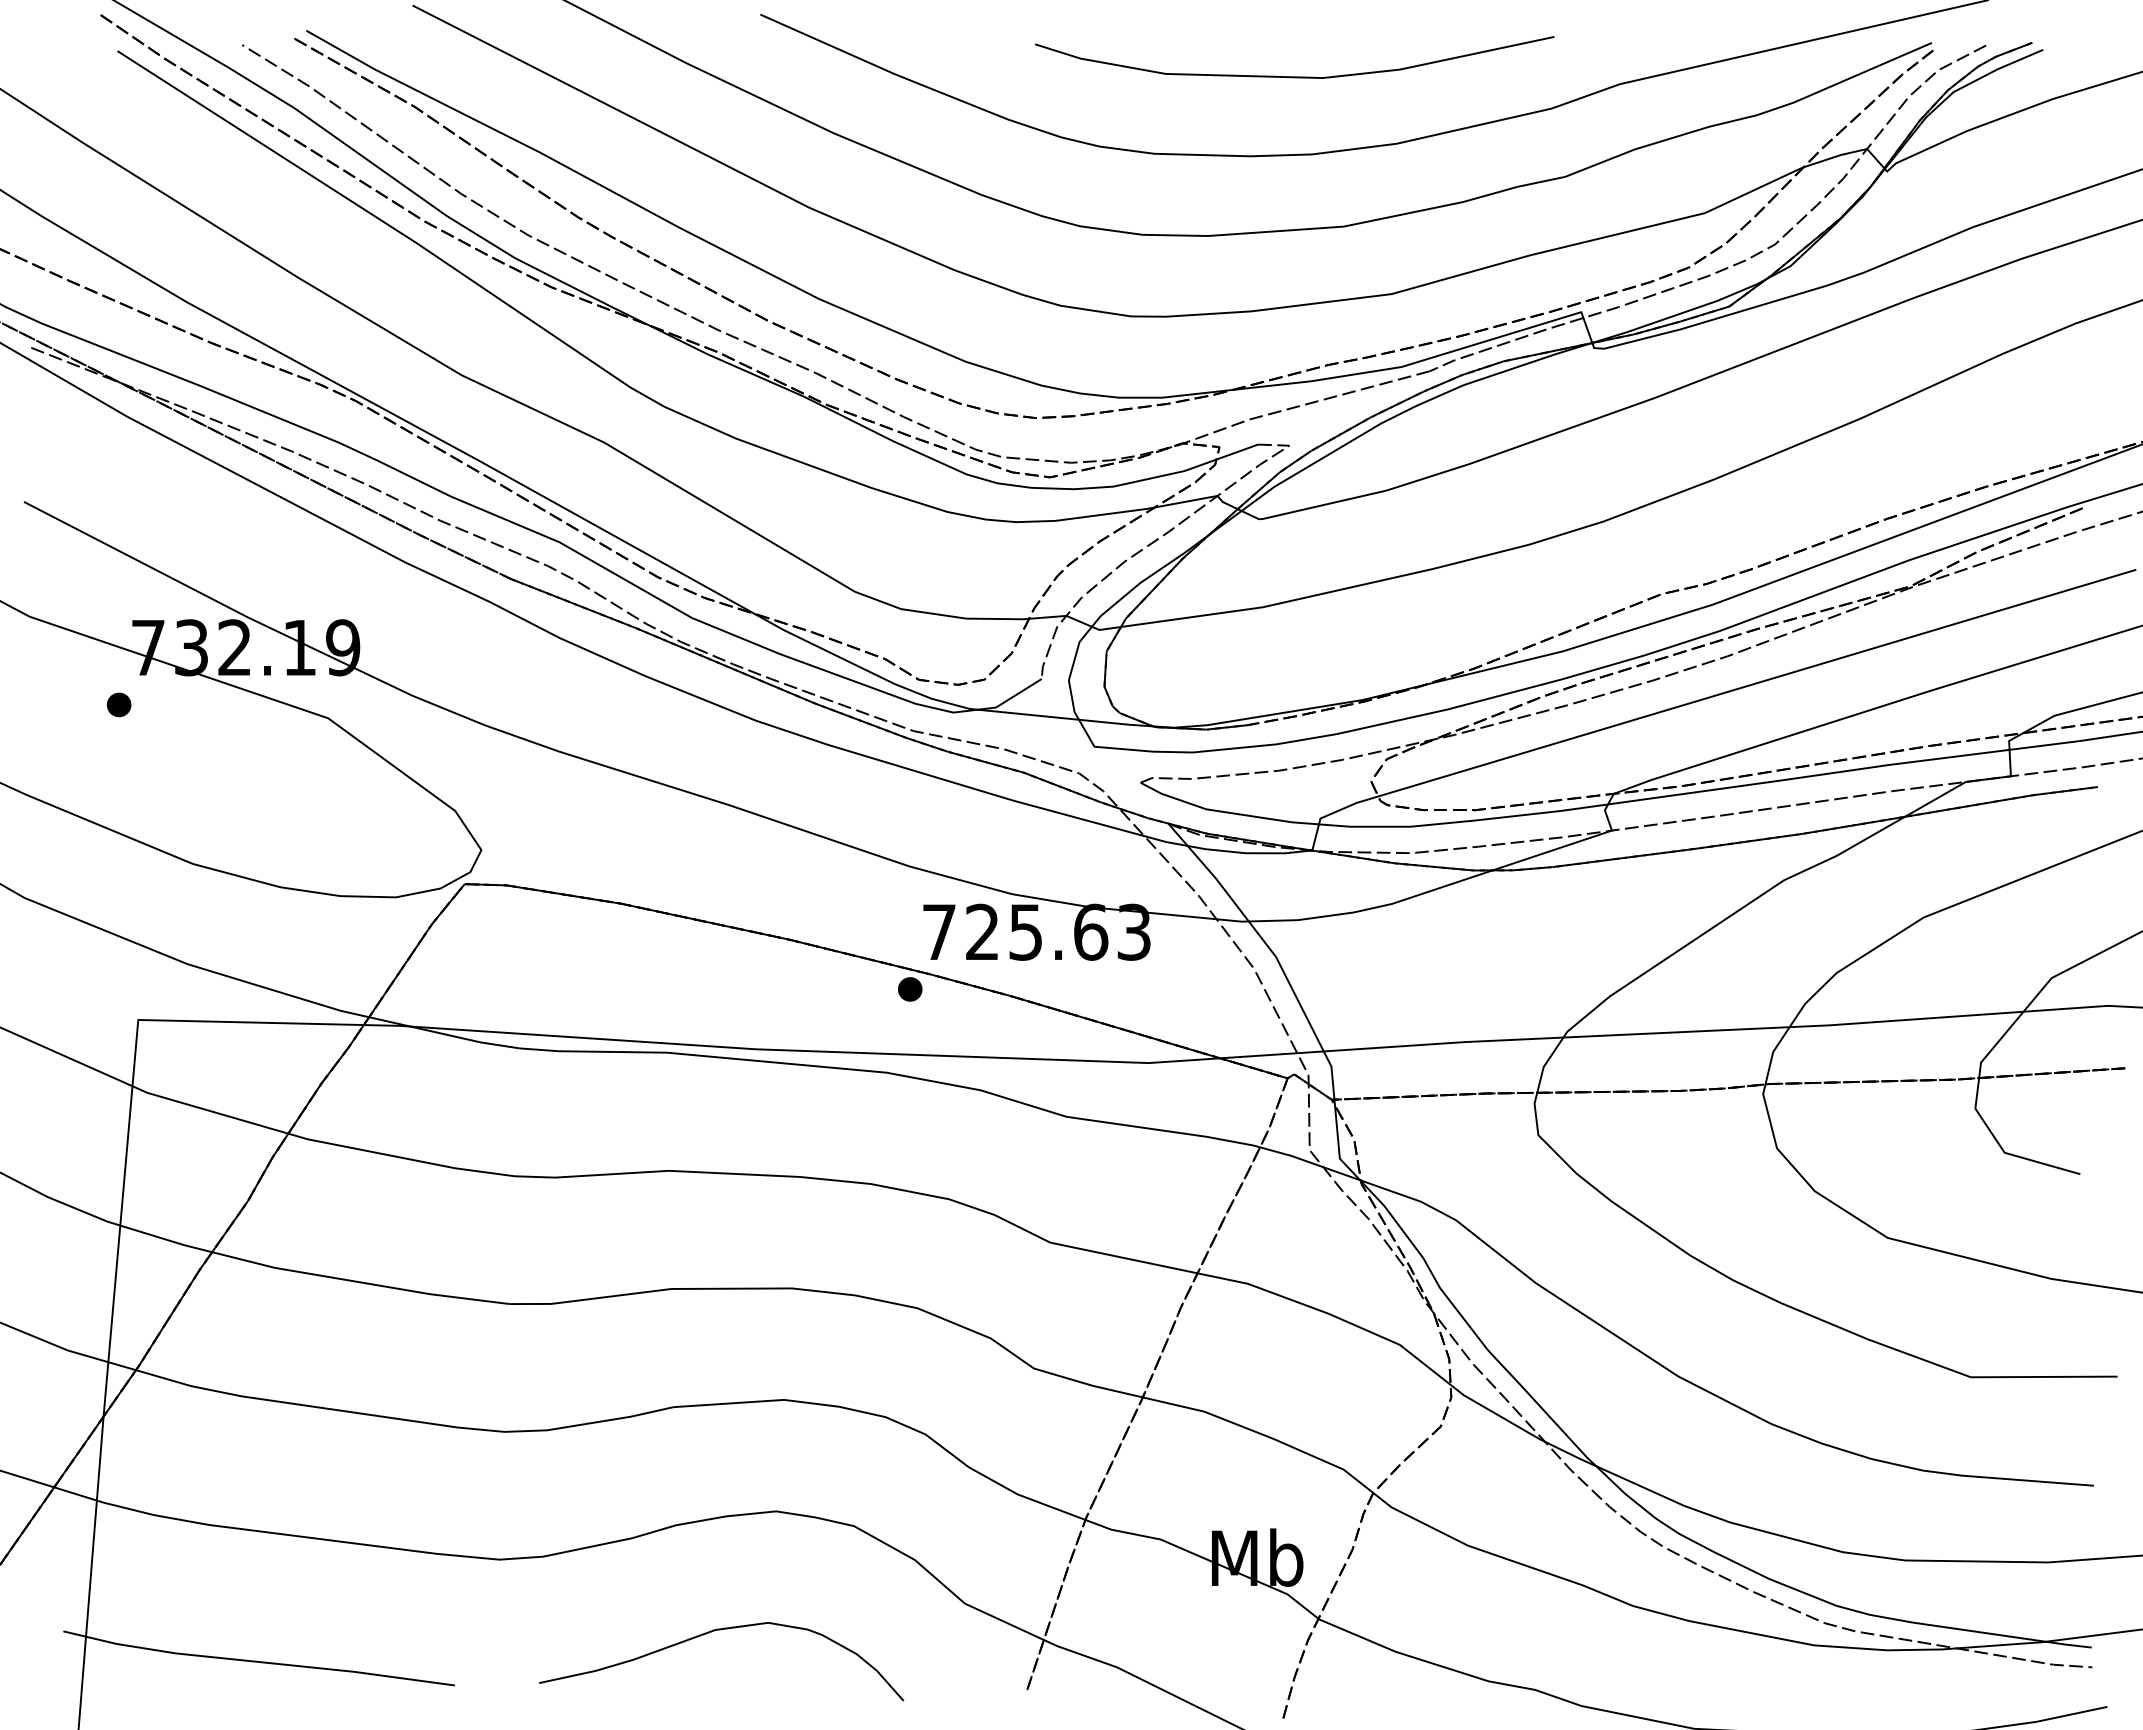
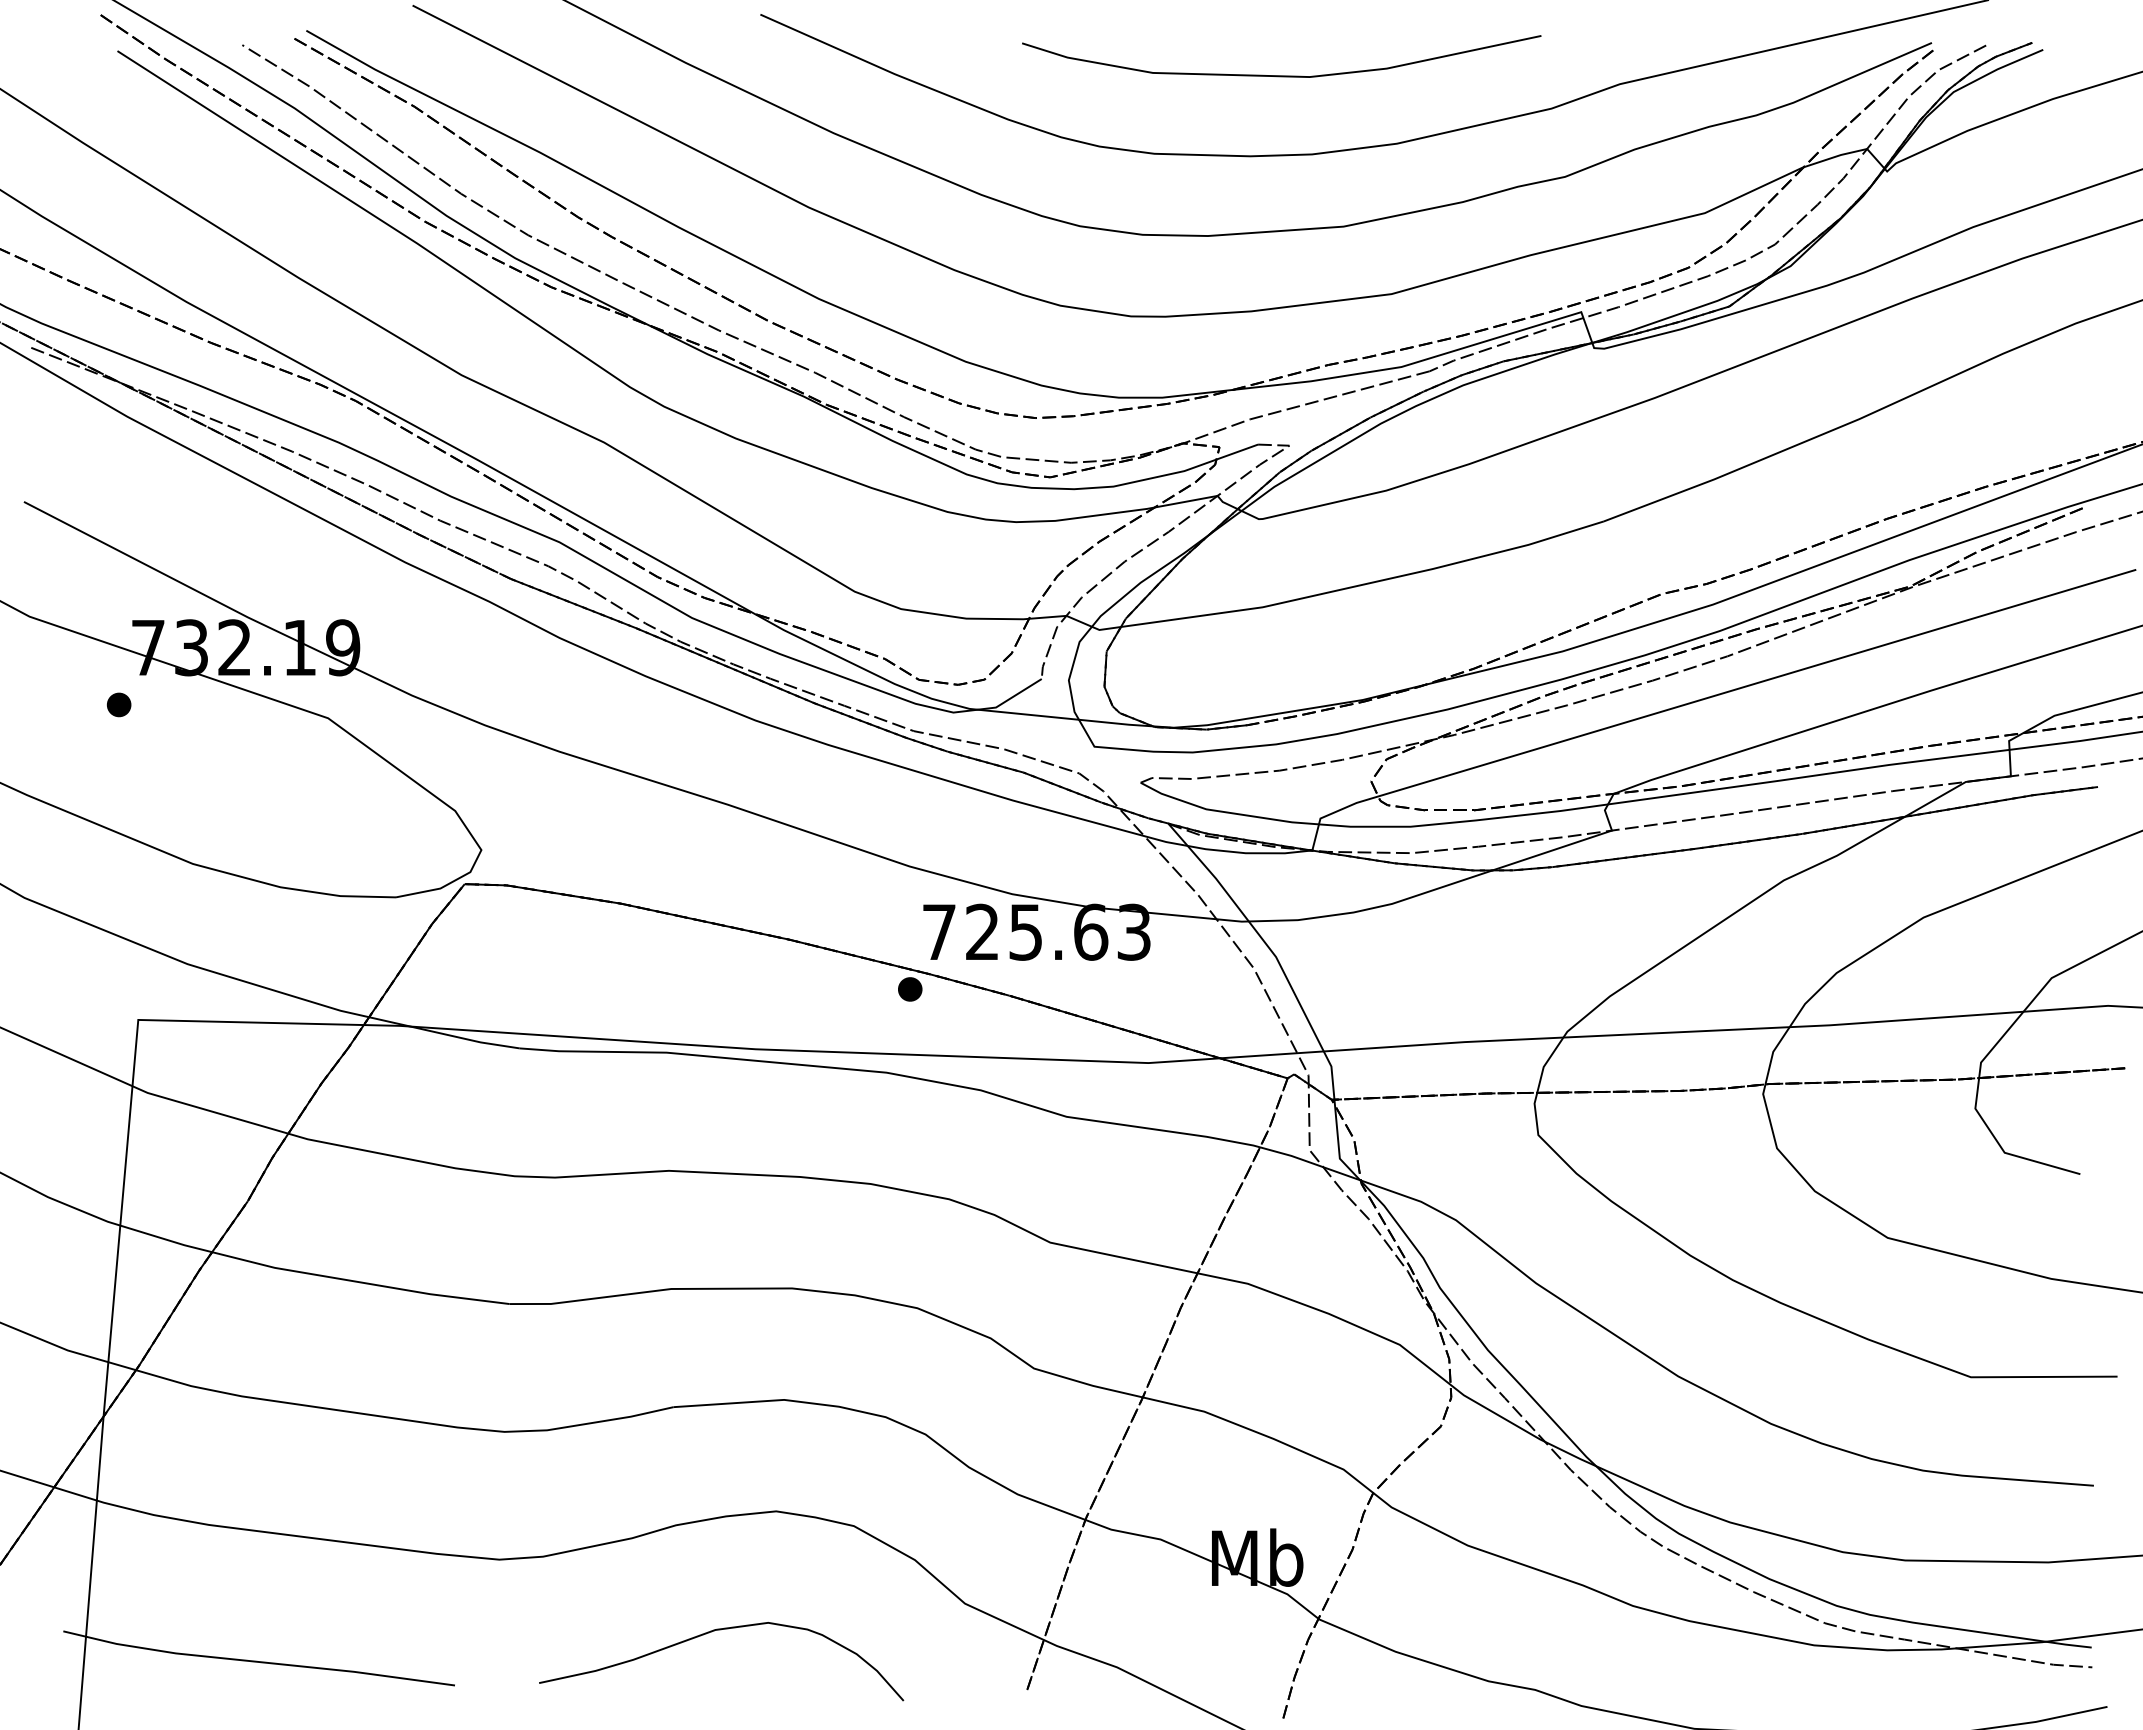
curve at (1294, 76) position: (1294, 76) -> (1281, 75)
